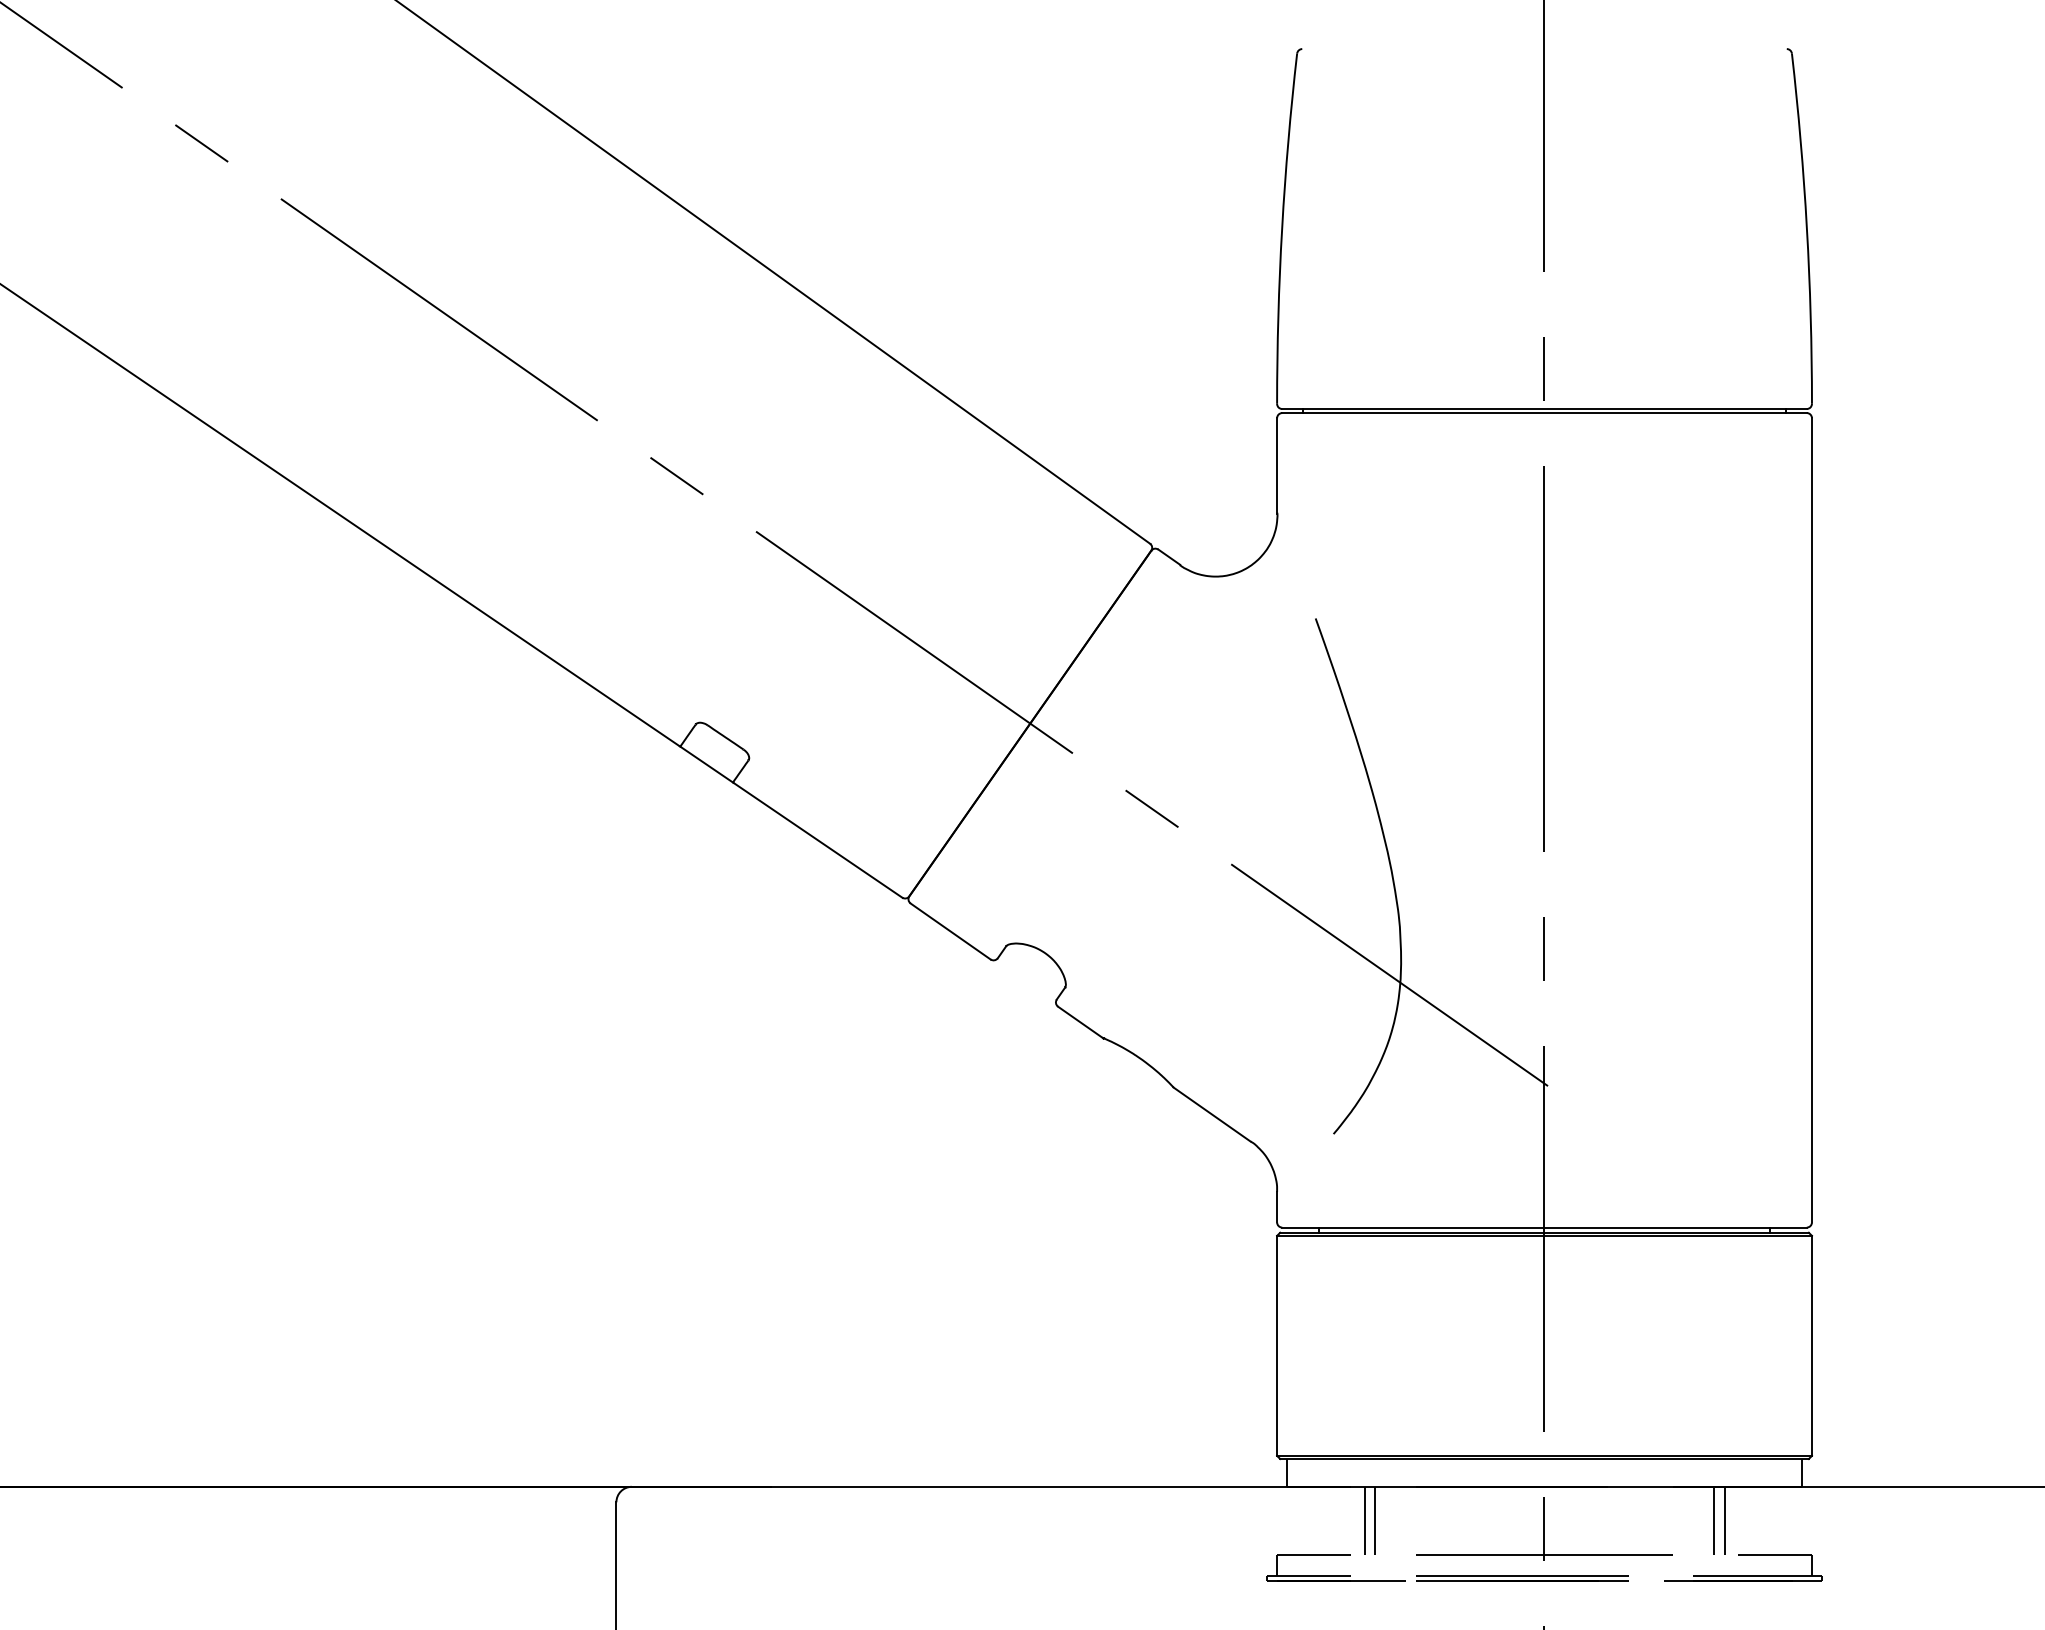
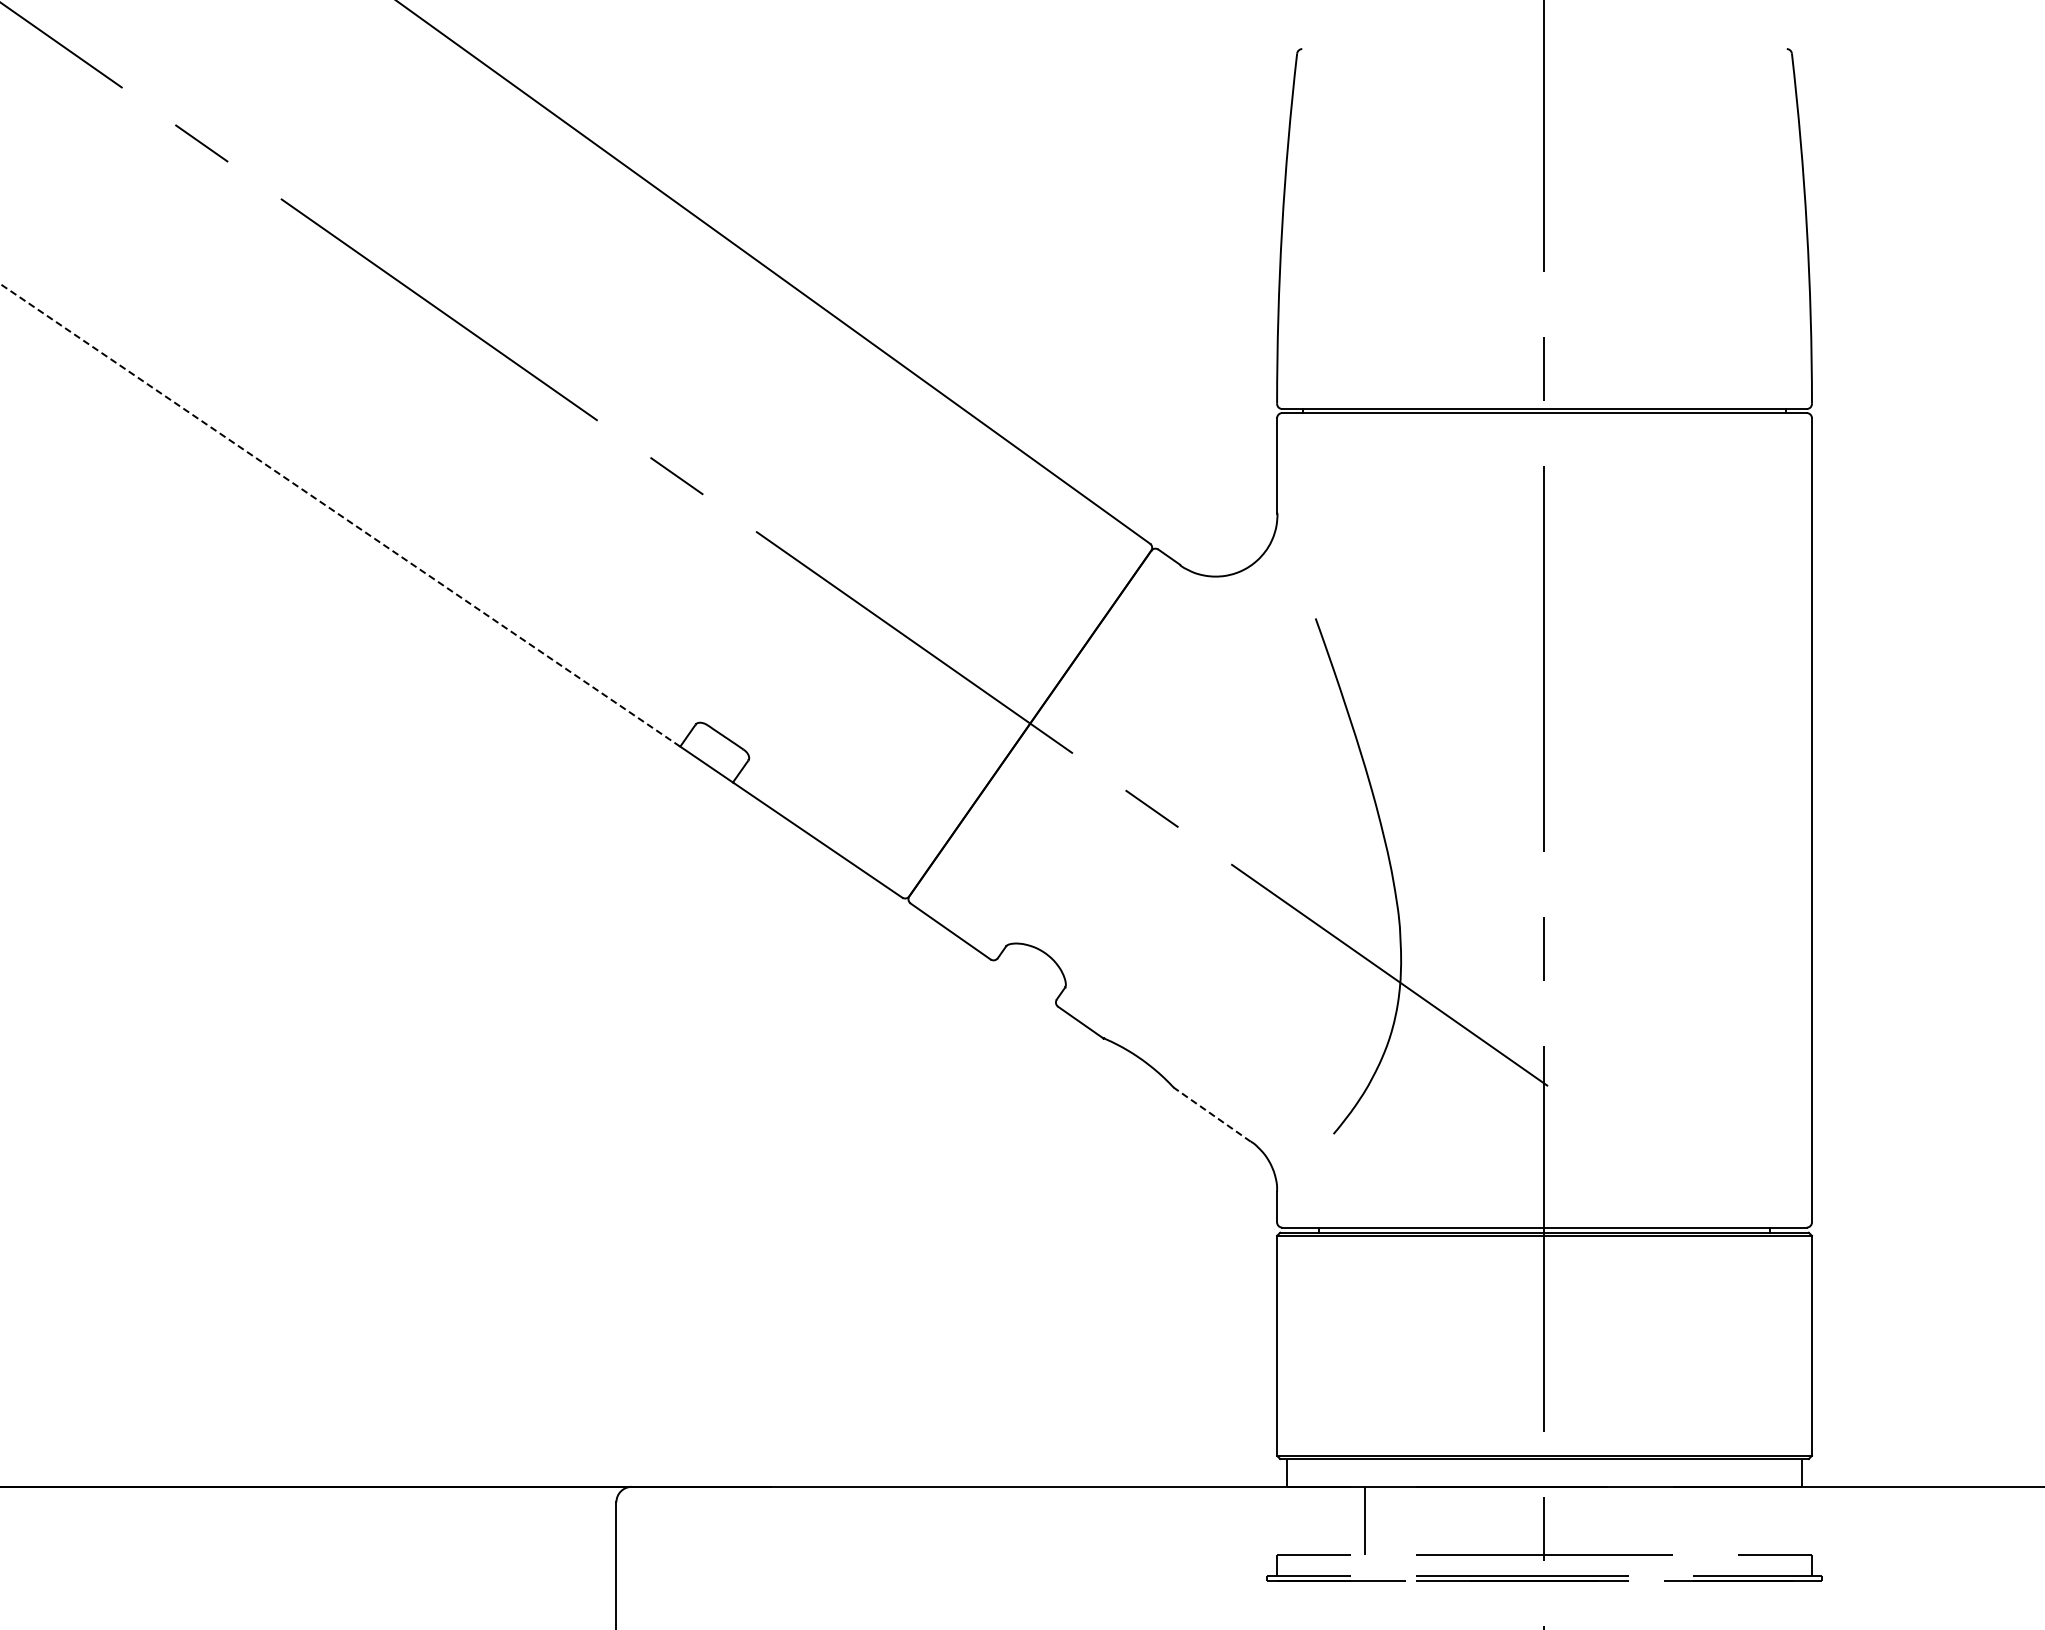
line at (339, 514): solid -> dashed
line at (1211, 1114): solid -> dashed
line at (1374, 1520): present -> none
line at (1714, 1520): present -> none
line at (1724, 1520): present -> none
